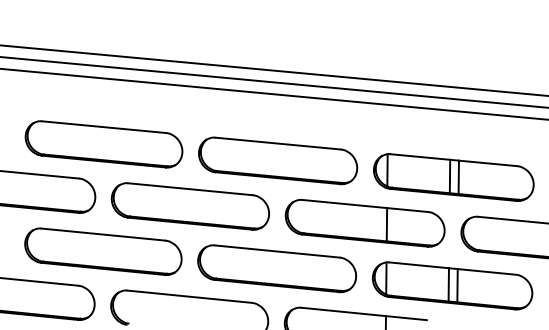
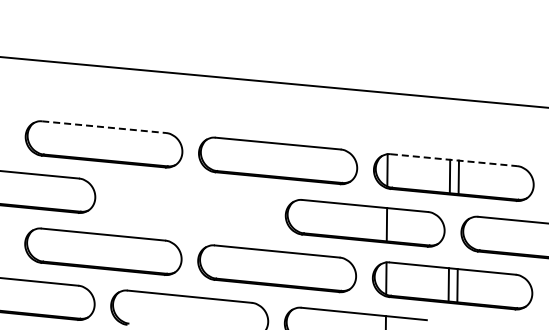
line at (273, 70): present -> none
line at (273, 93): present -> none
line at (104, 127): solid -> dashed
line at (454, 160): solid -> dashed
part at (189, 206): present -> none
